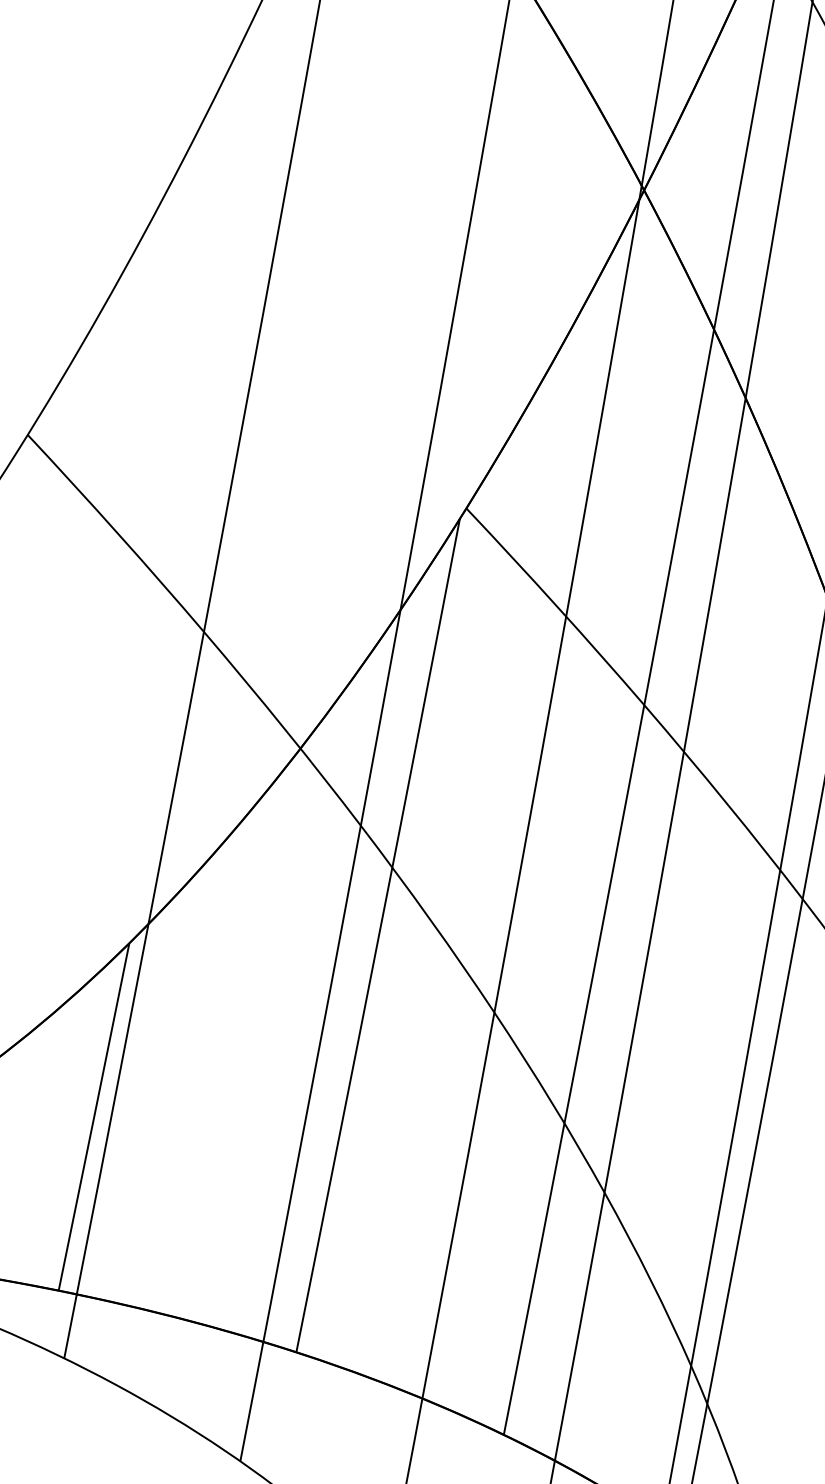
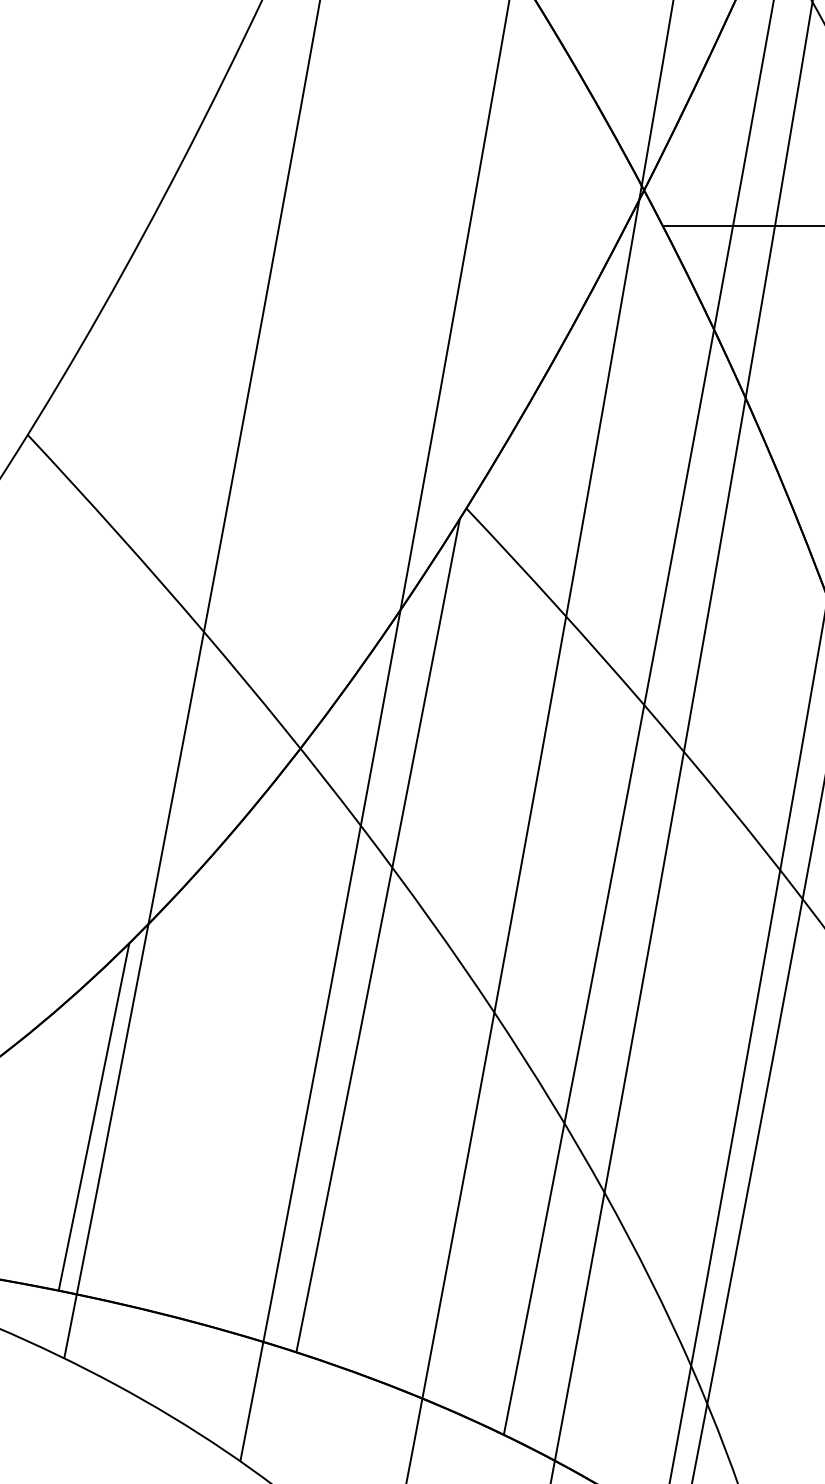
line at (741, 226): none -> present
